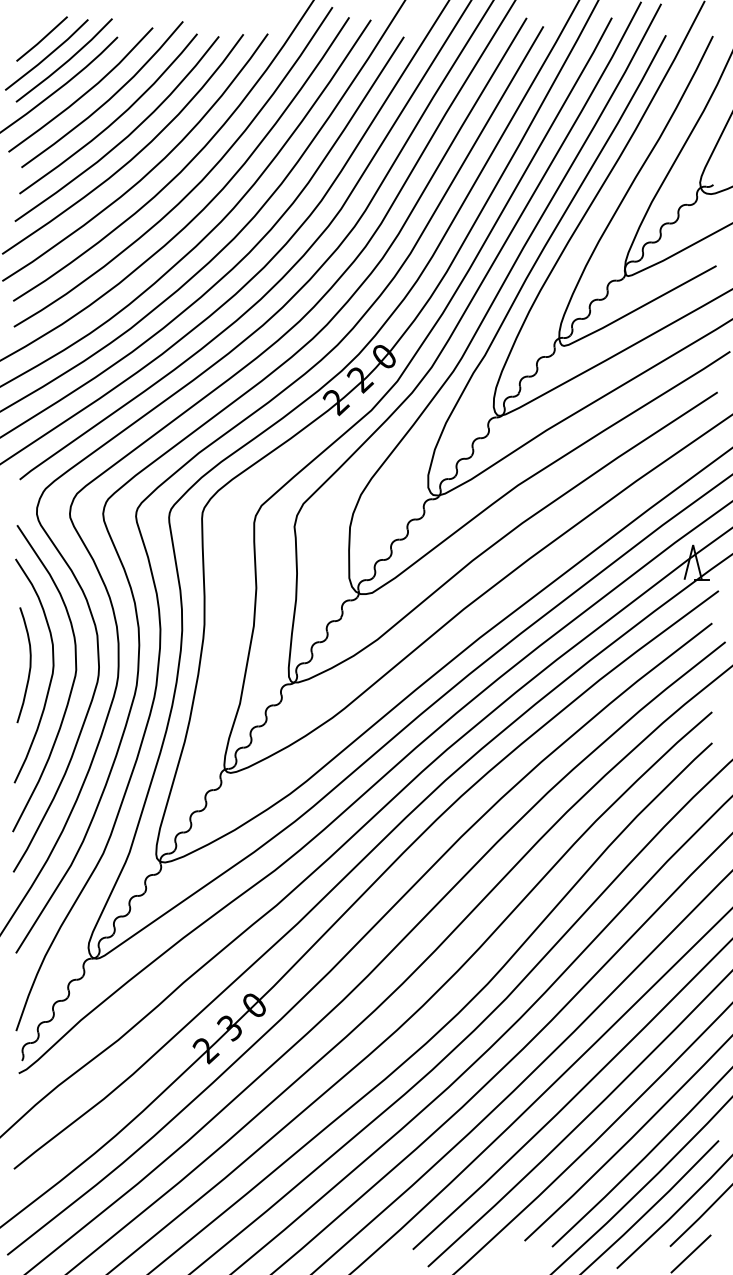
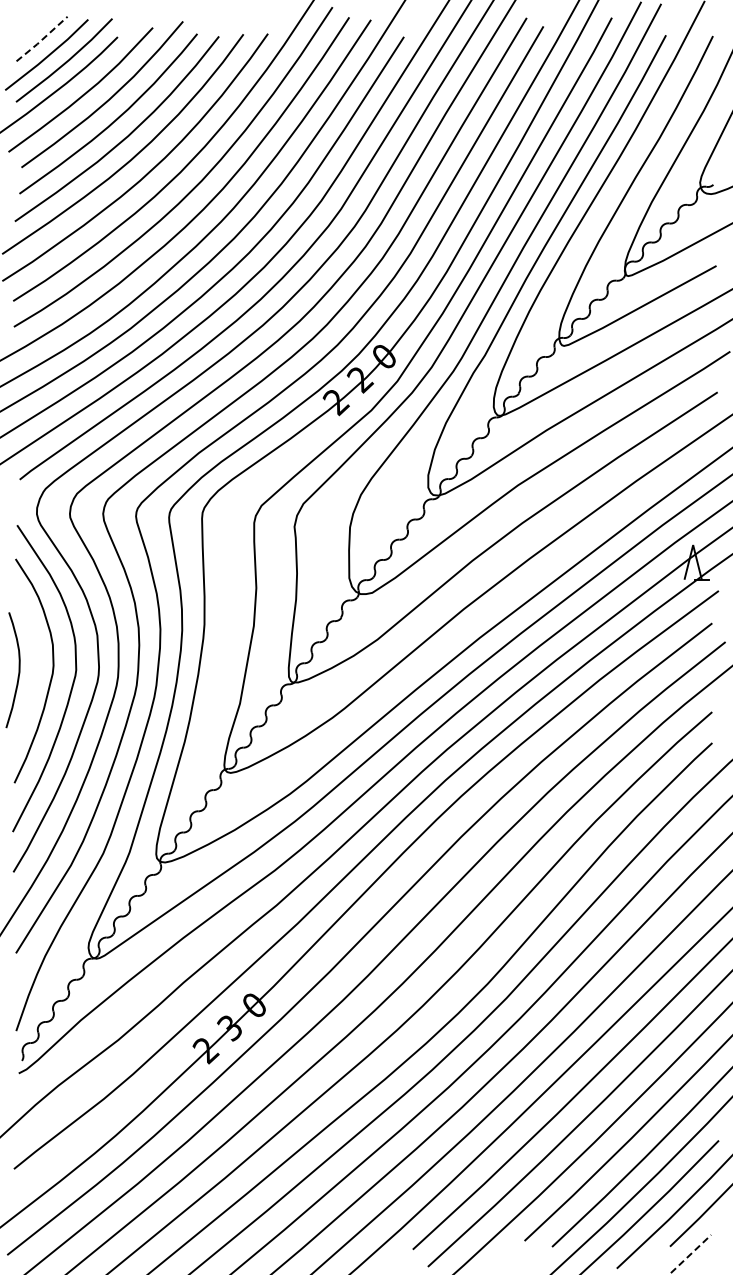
line at (41, 40): solid -> dashed
curve at (29, 665) position: (29, 665) -> (18, 670)
line at (691, 1254): solid -> dashed
